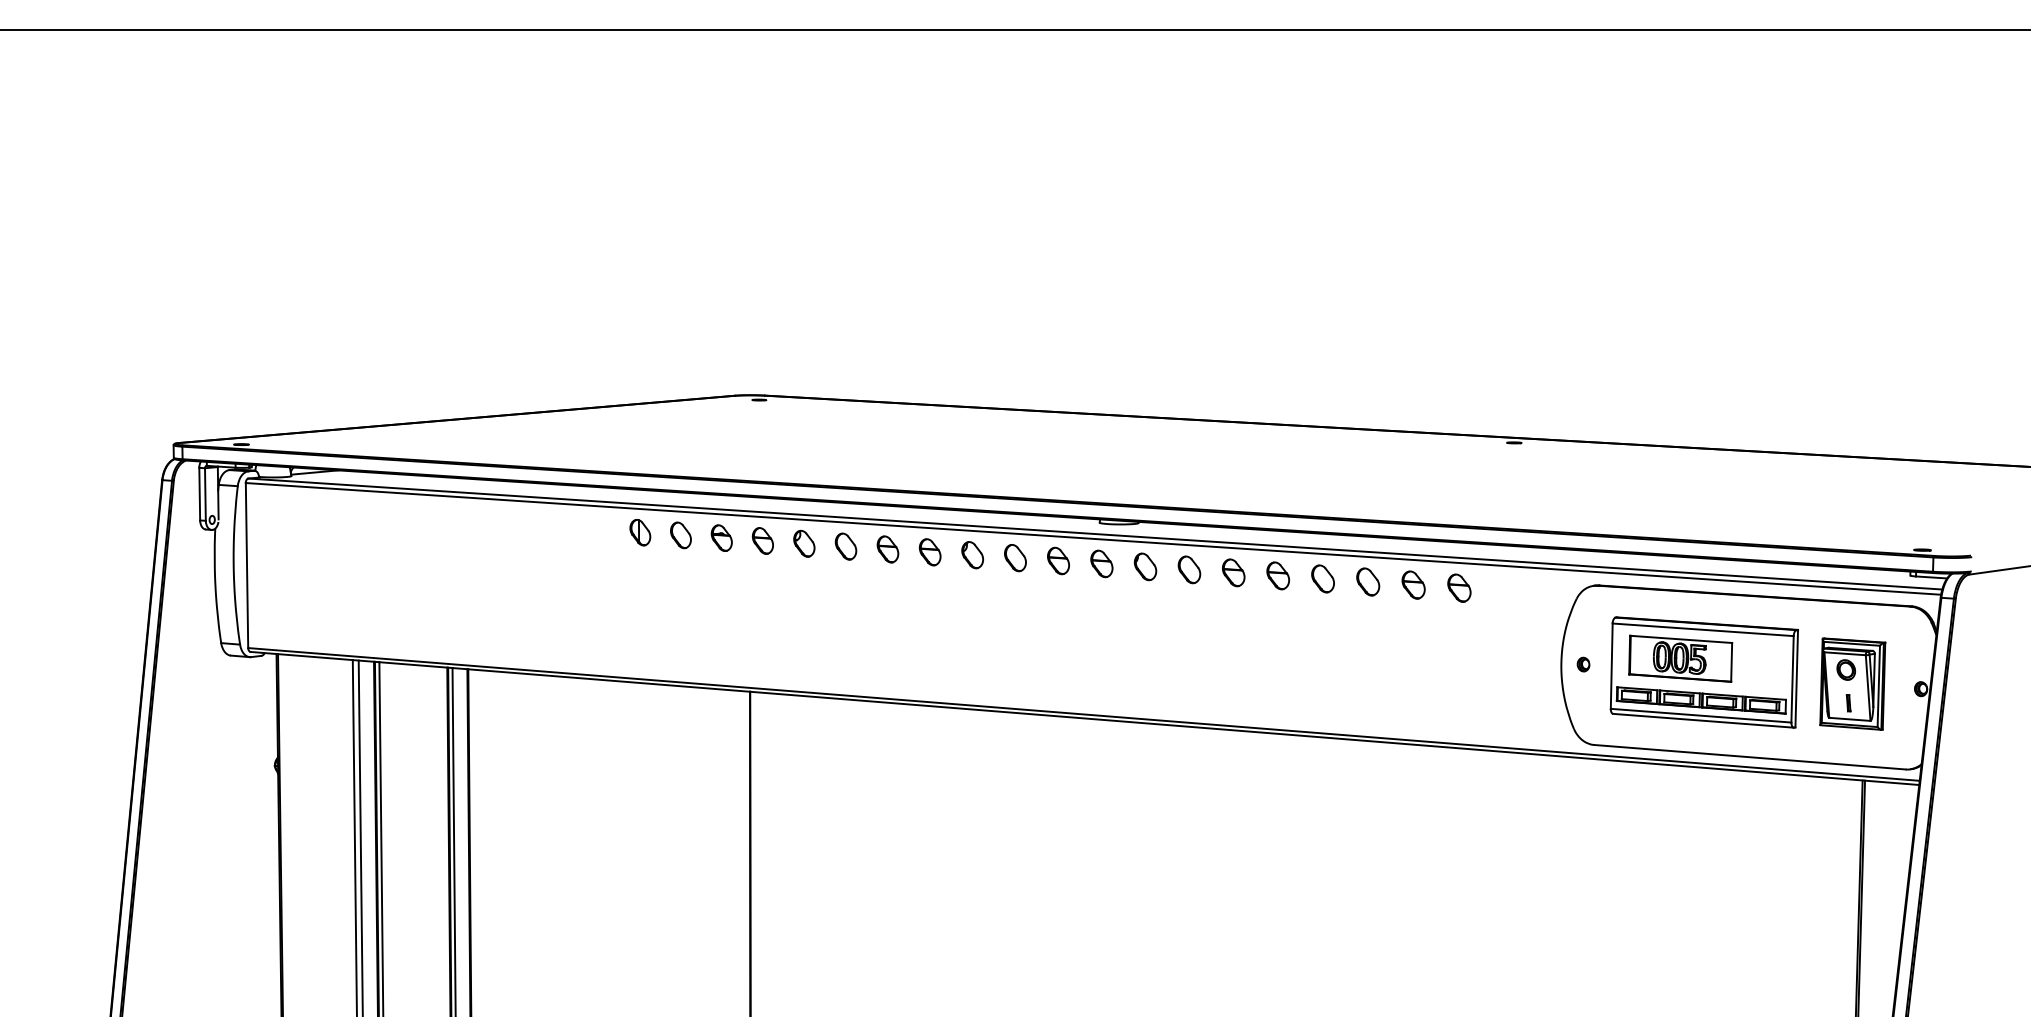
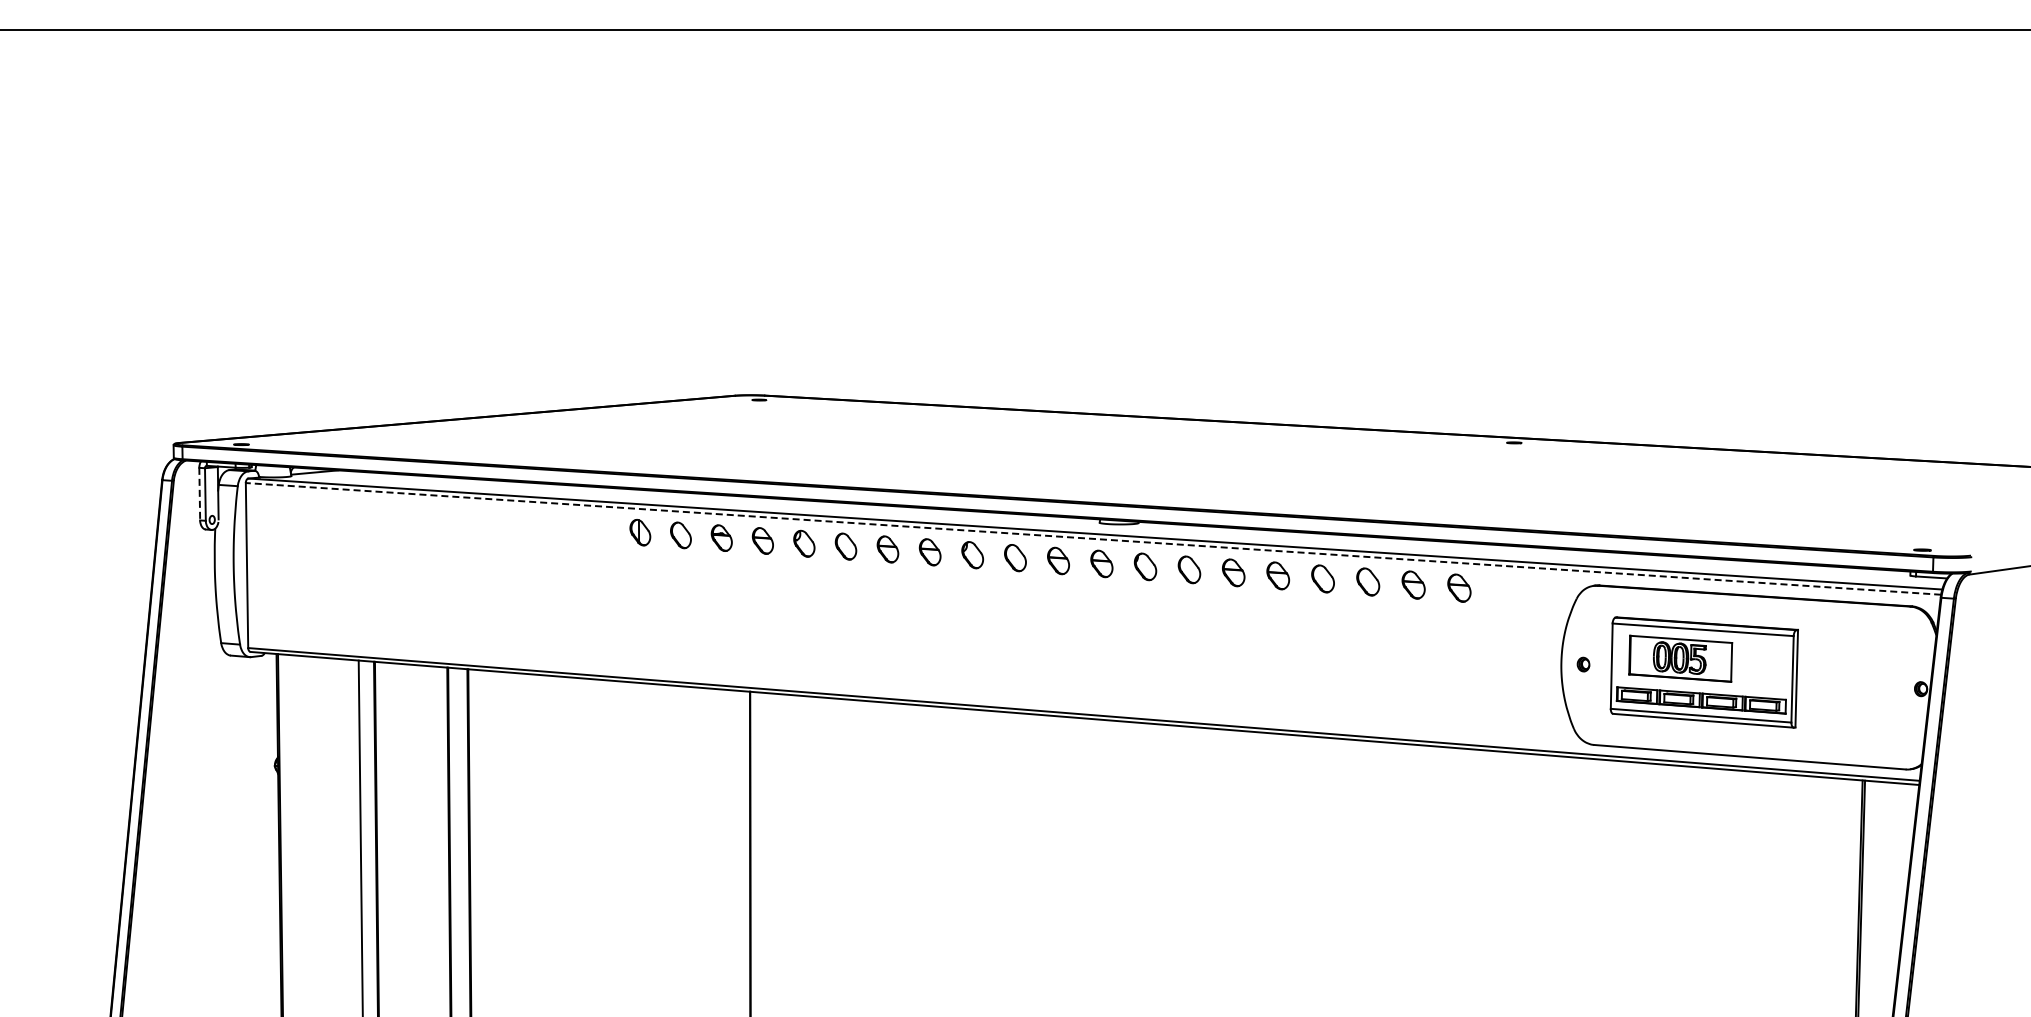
line at (199, 494): solid -> dashed
line at (1092, 538): solid -> dashed
part at (1852, 683): present -> none
line at (354, 836): present -> none
line at (381, 837): present -> none
line at (453, 840): present -> none
